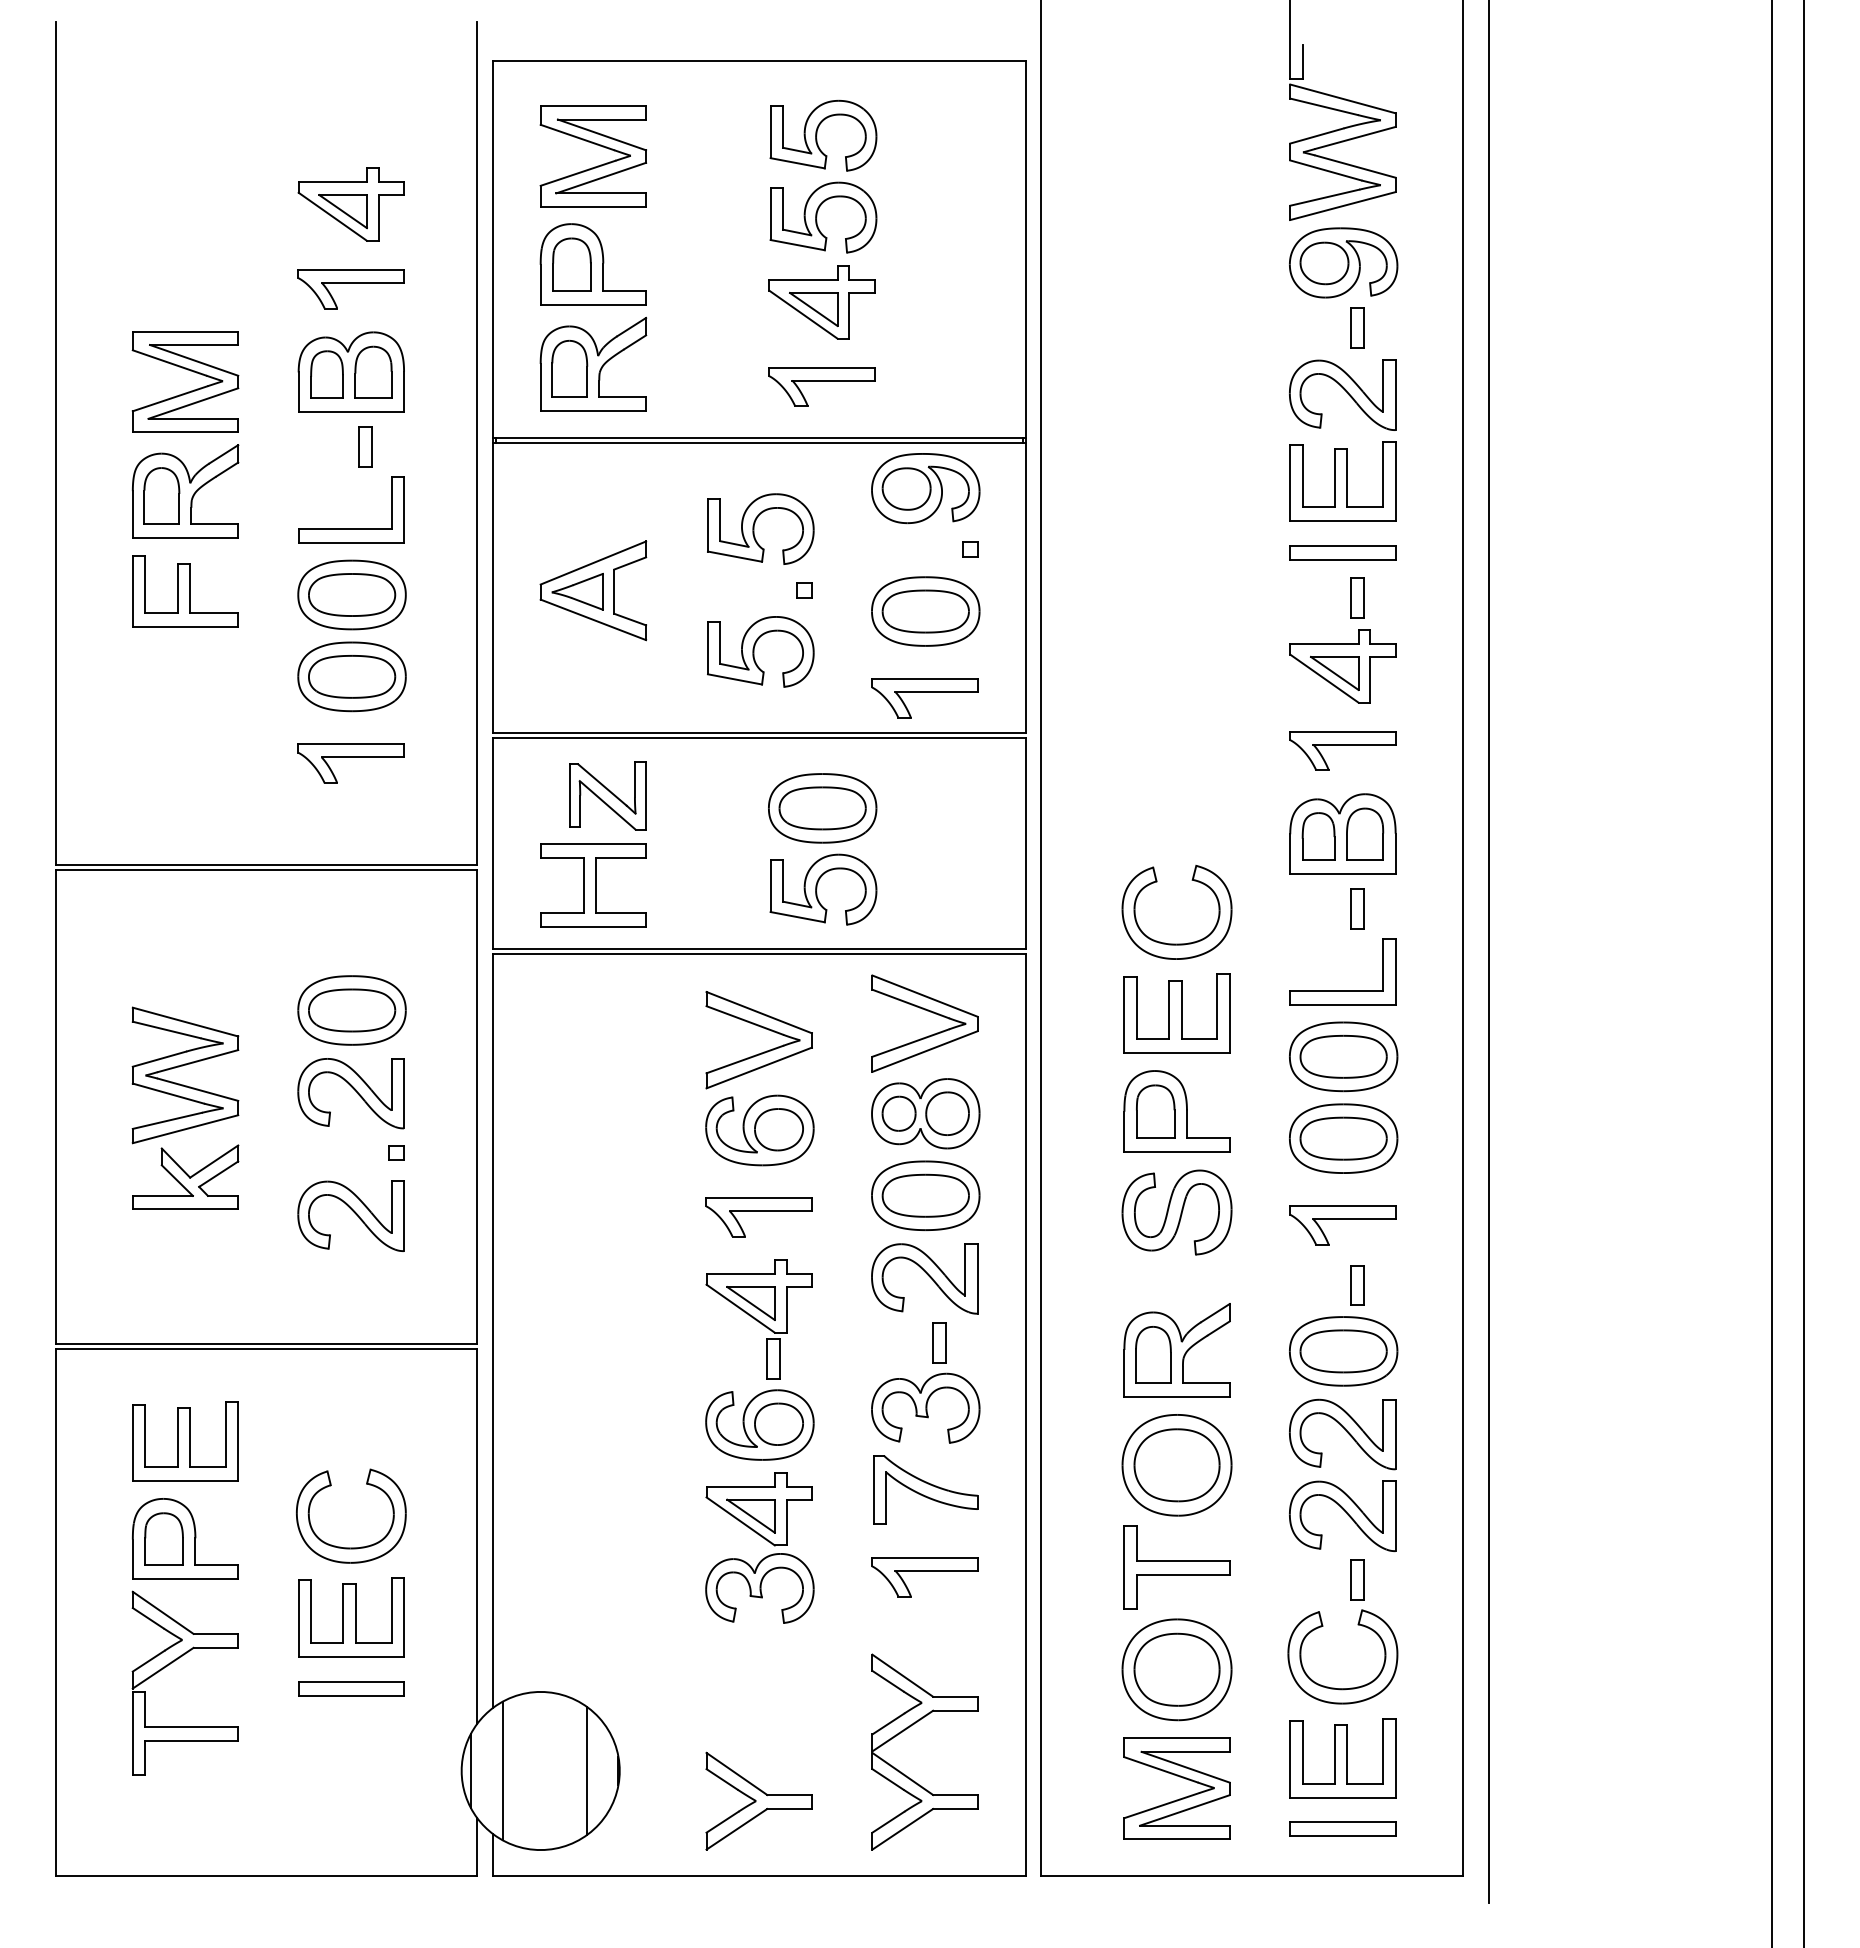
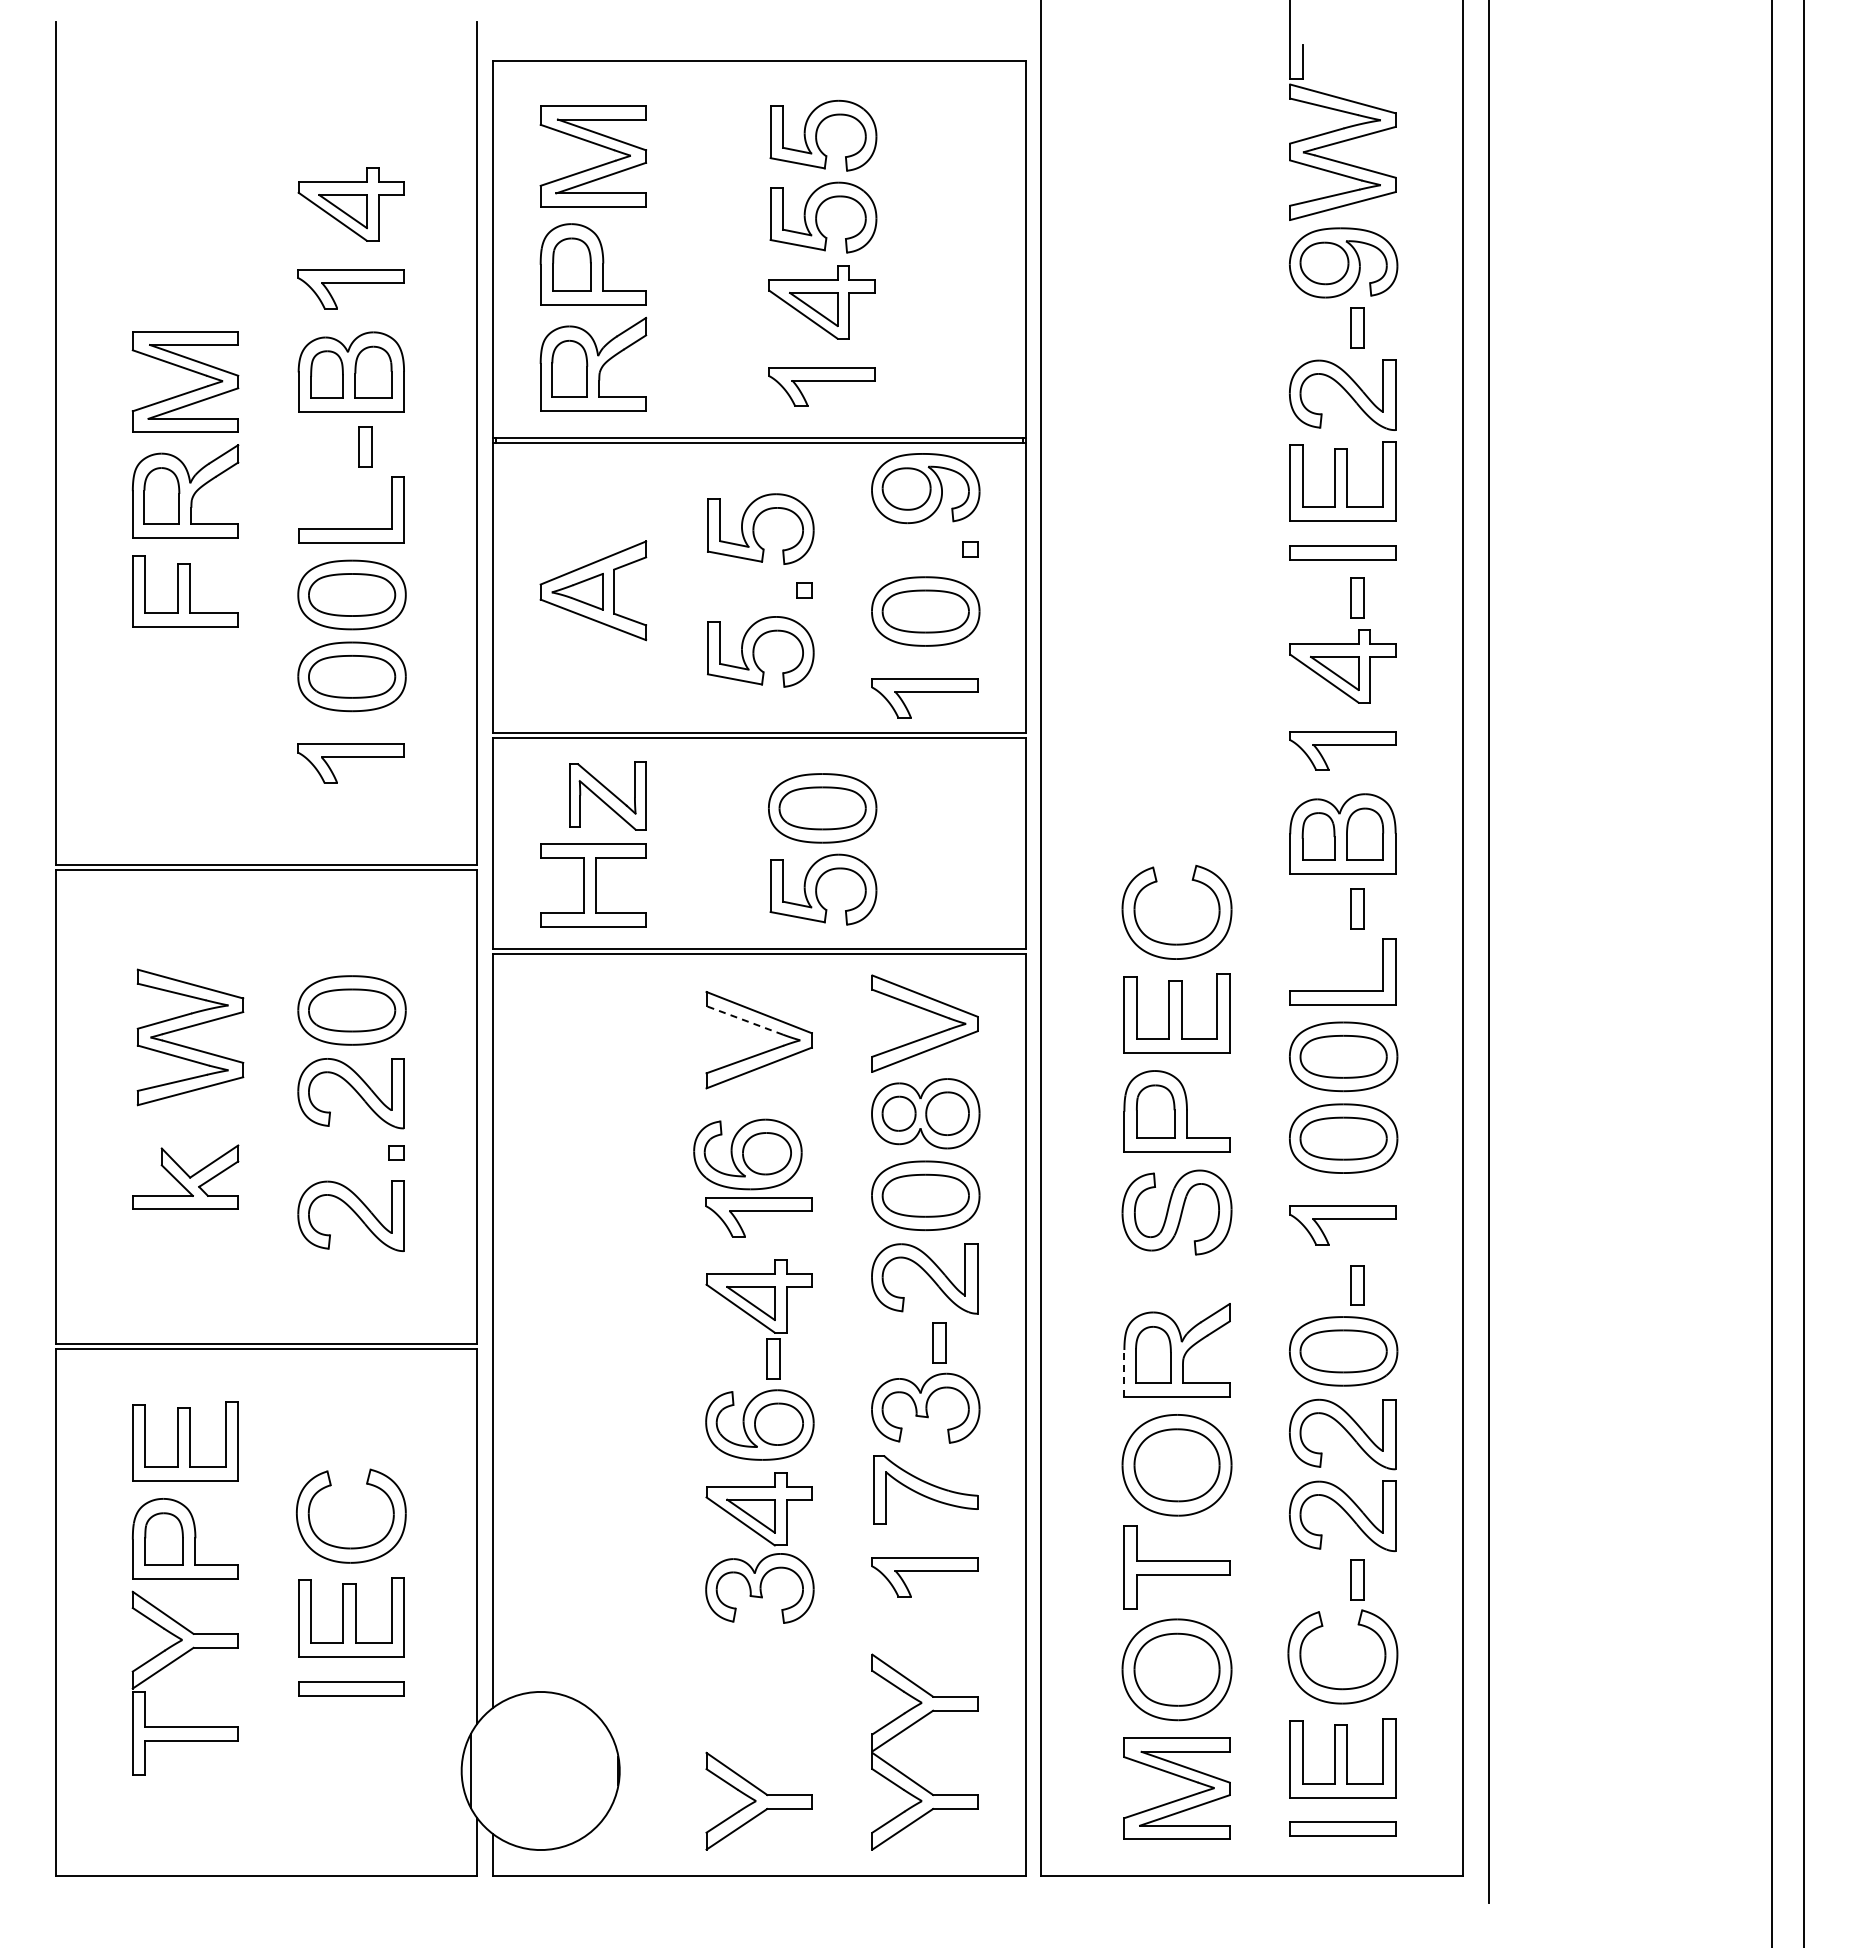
line at (744, 1020): solid -> dashed
part at (183, 1084) position: (183, 1084) -> (188, 1046)
part at (759, 1130) position: (759, 1130) -> (747, 1154)
line at (1124, 1372): solid -> dashed
line at (502, 1770): present -> none
line at (586, 1770): present -> none
